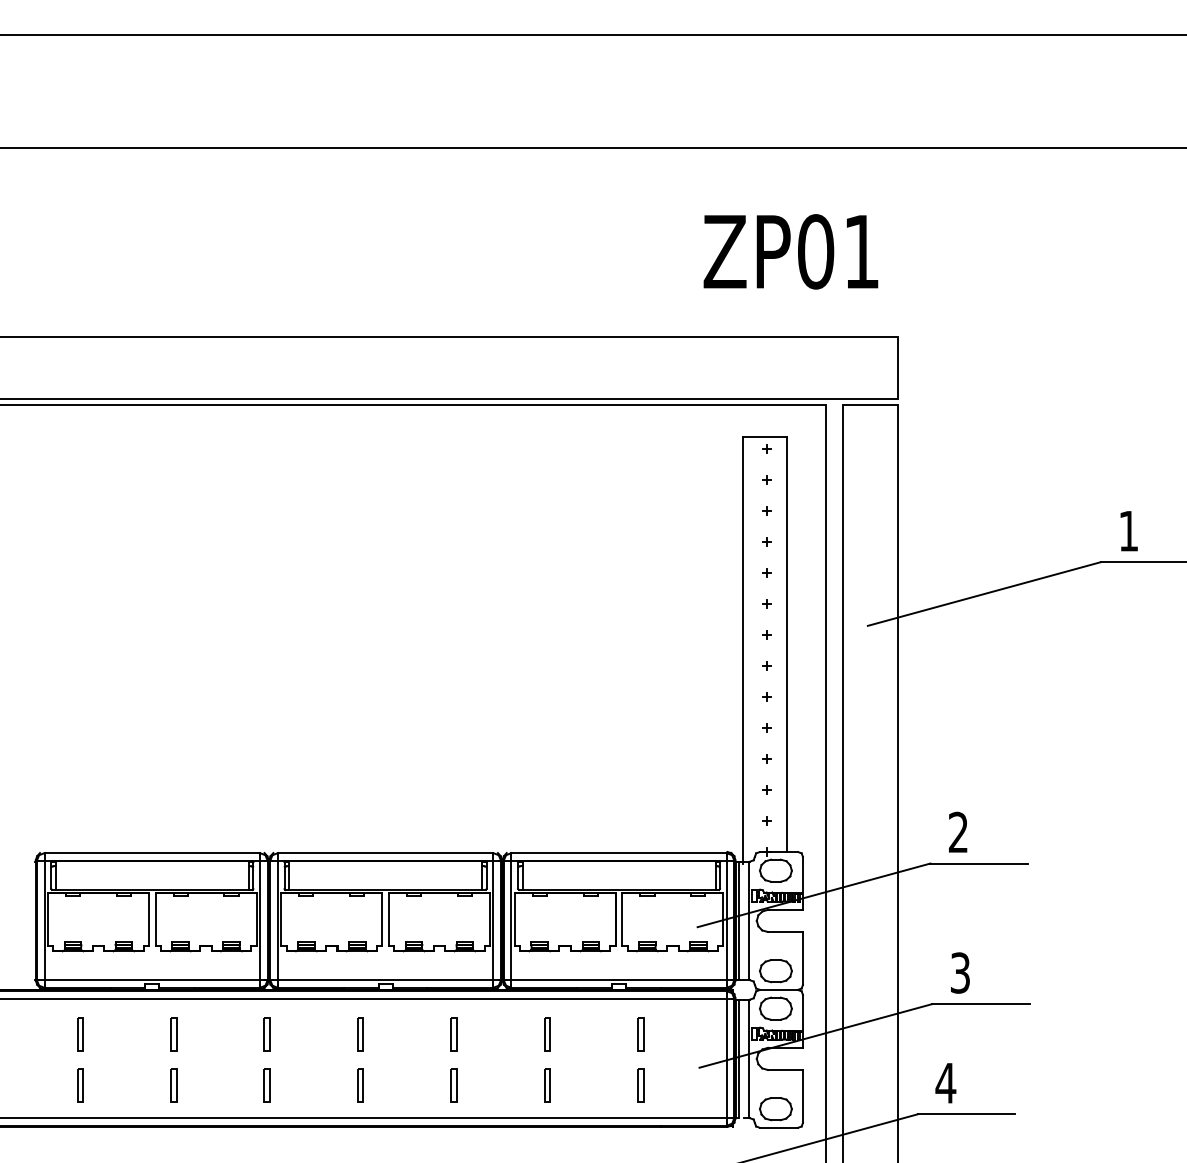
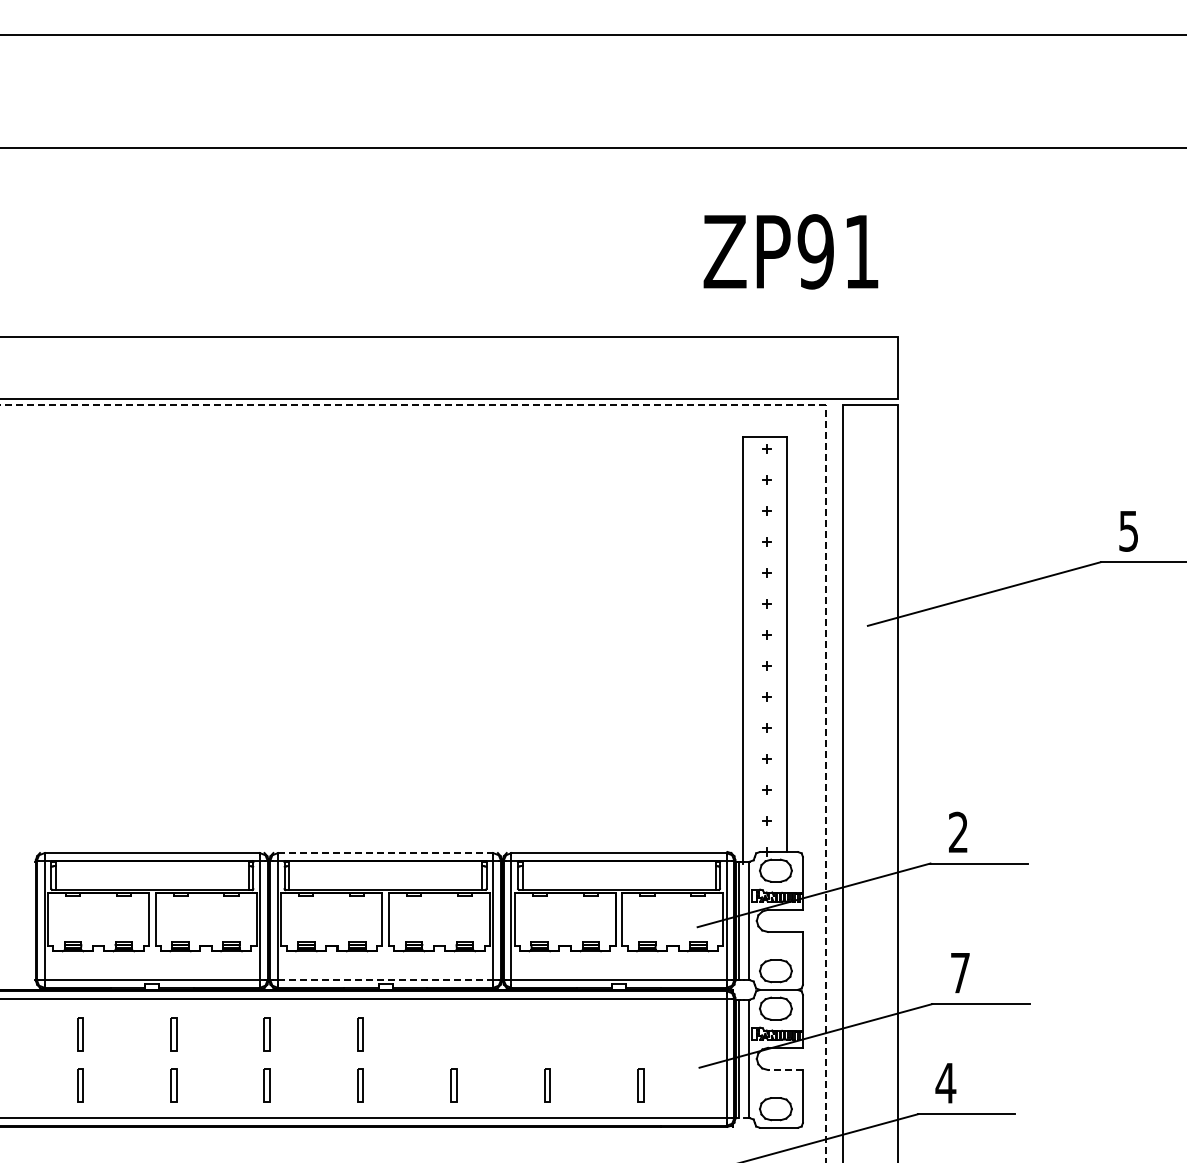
text at (815, 251): ZP01 -> ZP91
line at (792, 404): solid -> dashed
text at (1128, 531): 1 -> 5
line at (385, 853): solid -> dashed
text at (960, 972): 3 -> 7
line at (385, 979): solid -> dashed
part at (453, 1034): present -> none
part at (547, 1034): present -> none
part at (640, 1034): present -> none
line at (785, 1069): solid -> dashed
